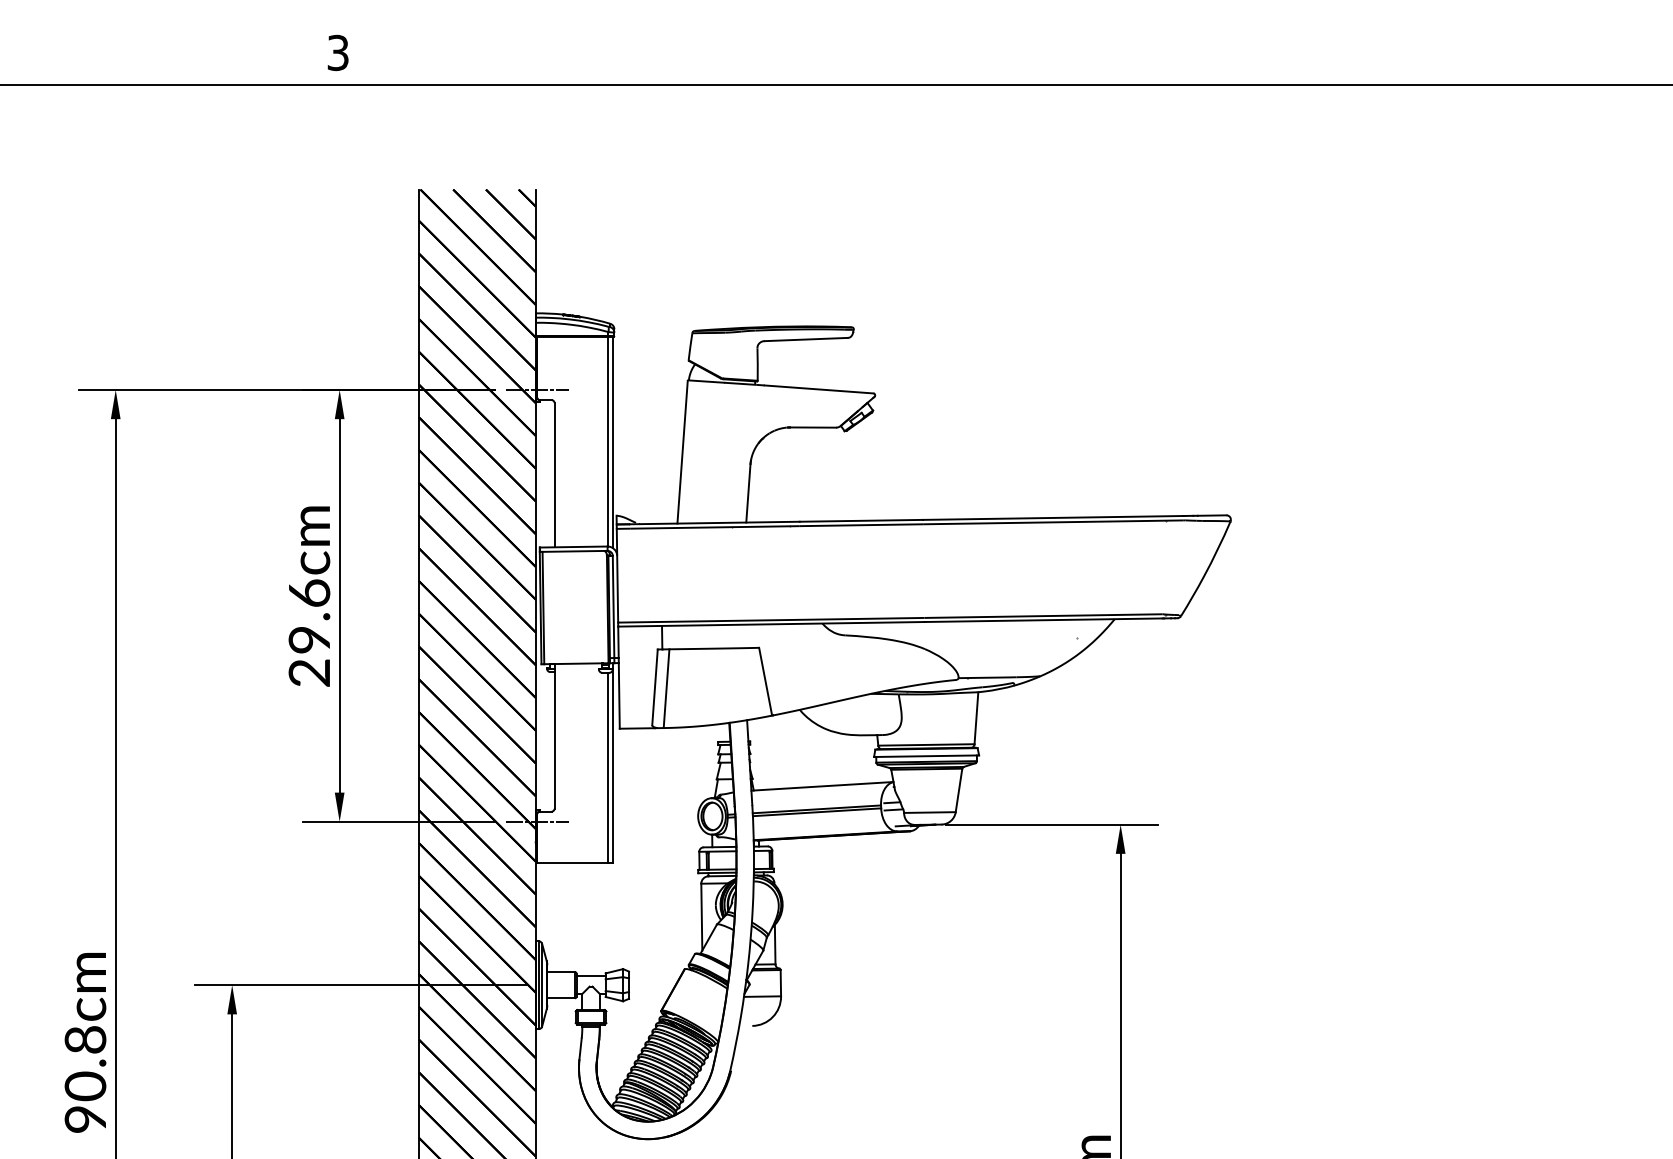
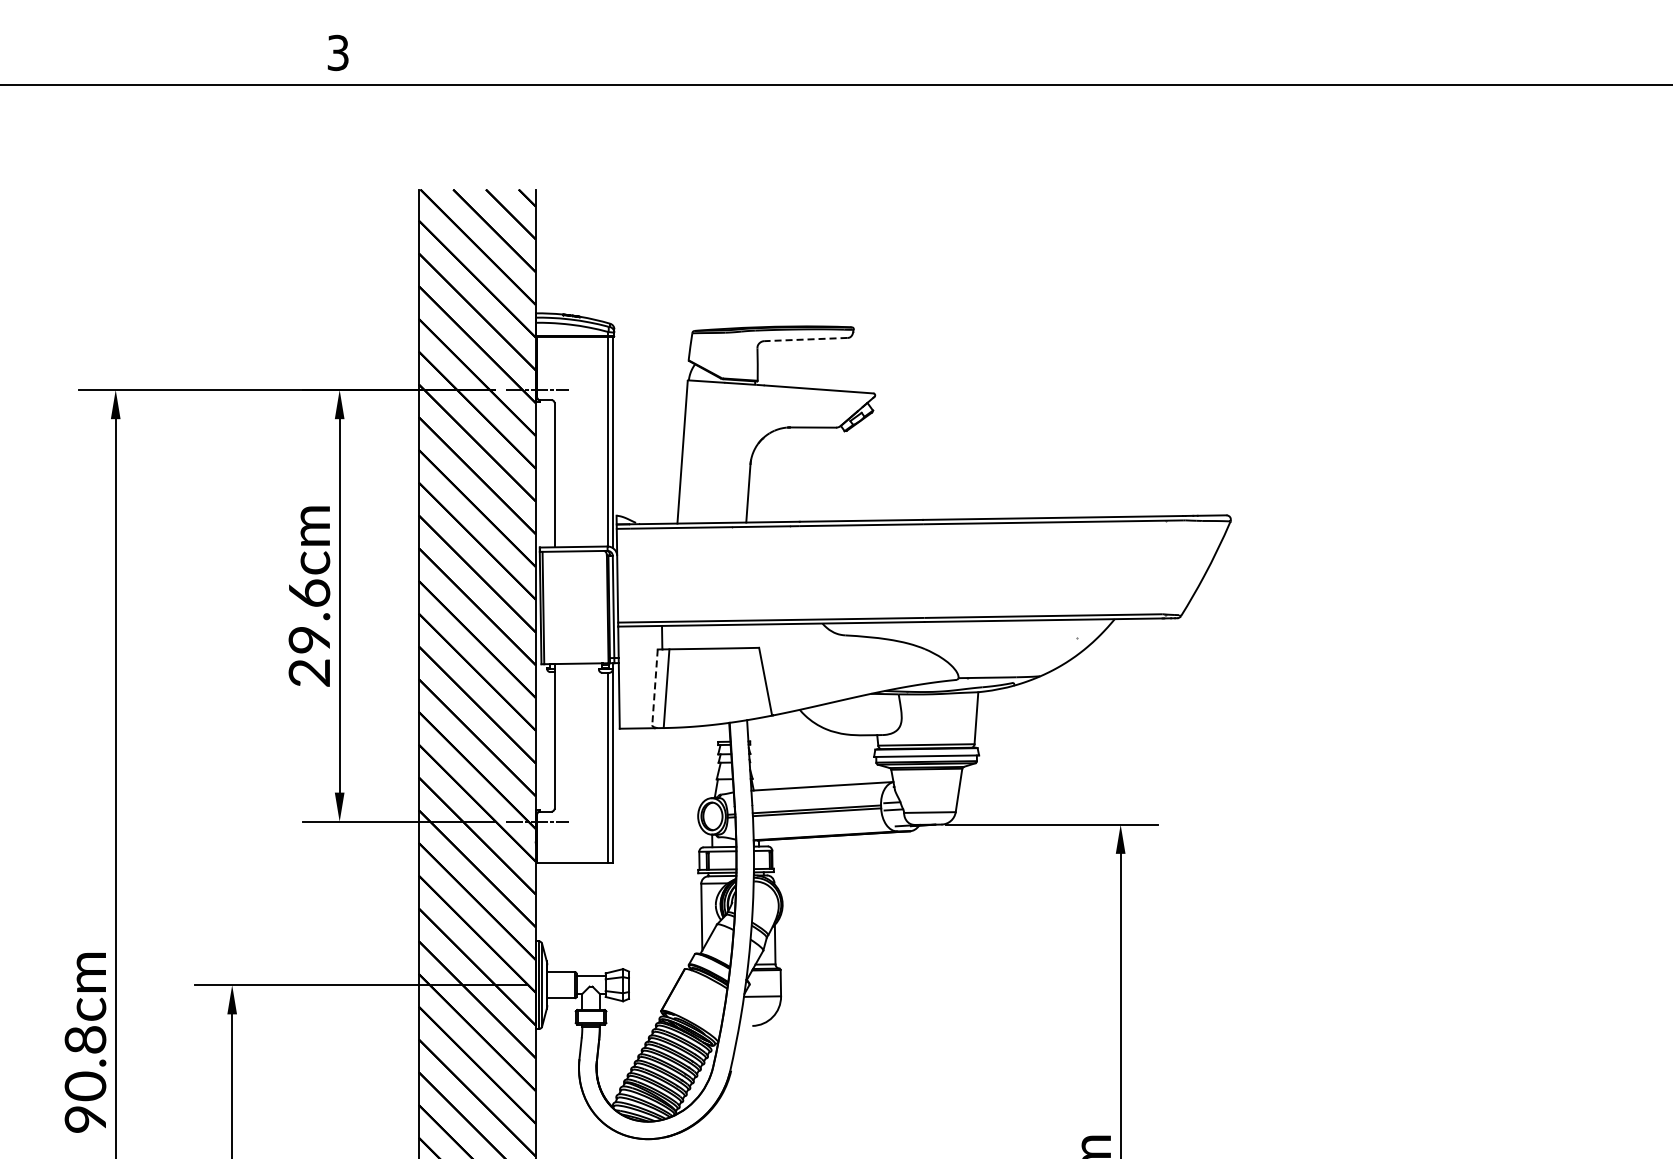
line at (805, 339): solid -> dashed
line at (655, 687): solid -> dashed
